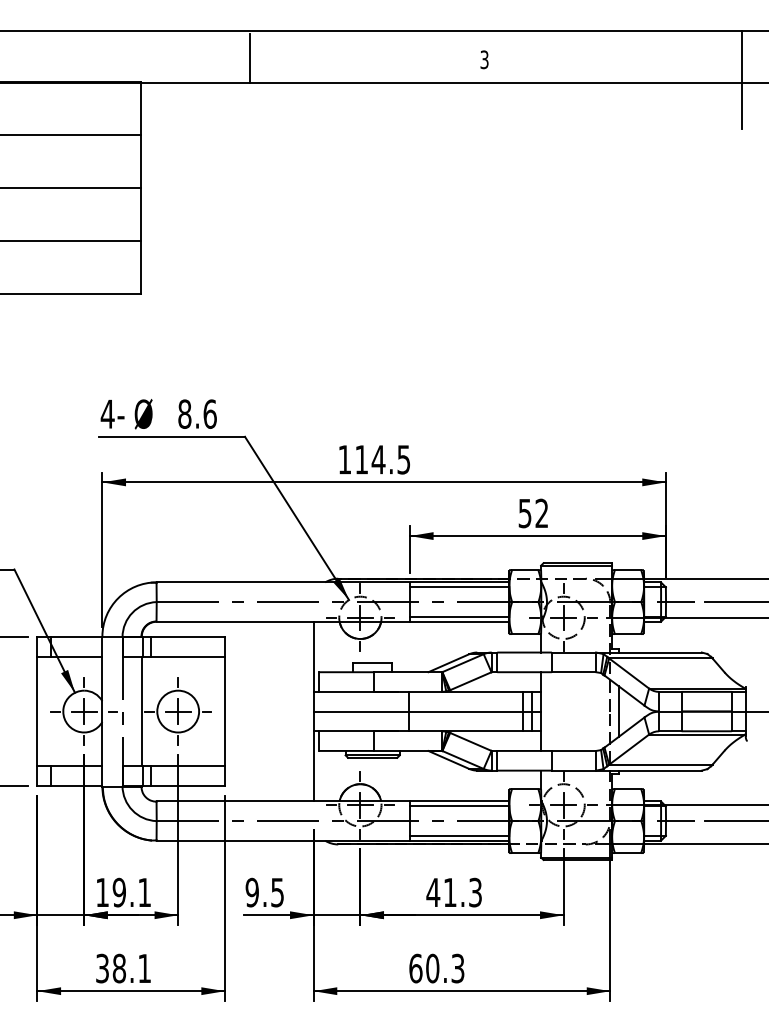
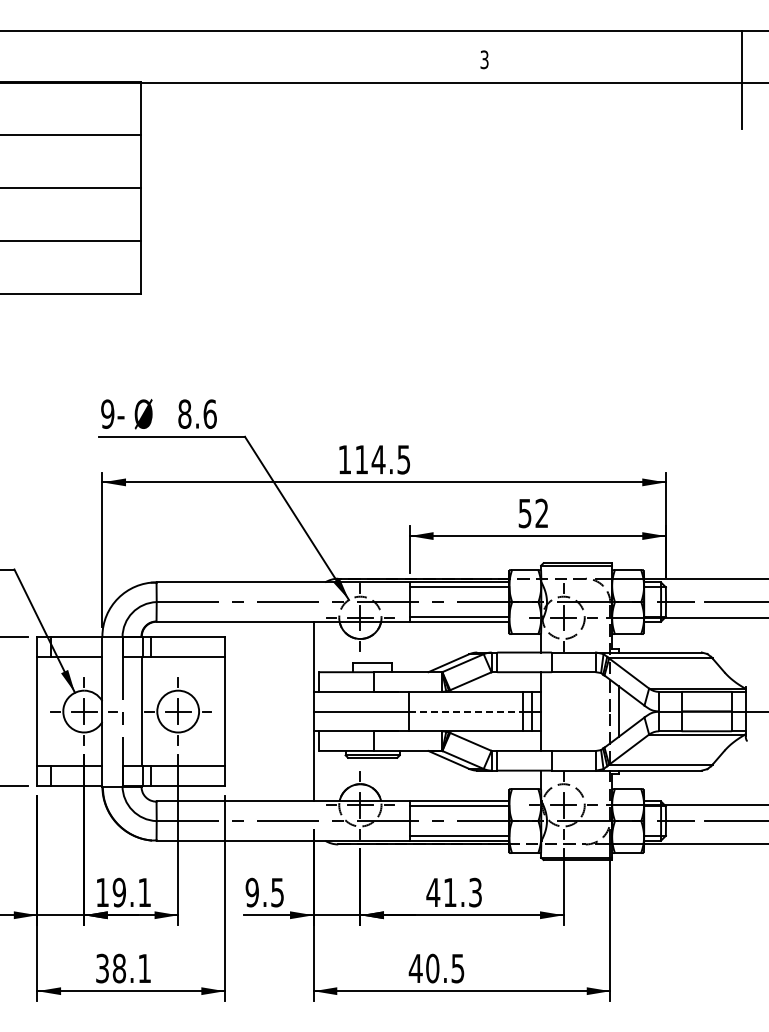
line at (250, 58): present -> none
text at (107, 413): 4- -> 9-
line at (466, 711): solid -> dashed
text at (436, 968): 60.3 -> 40.5
